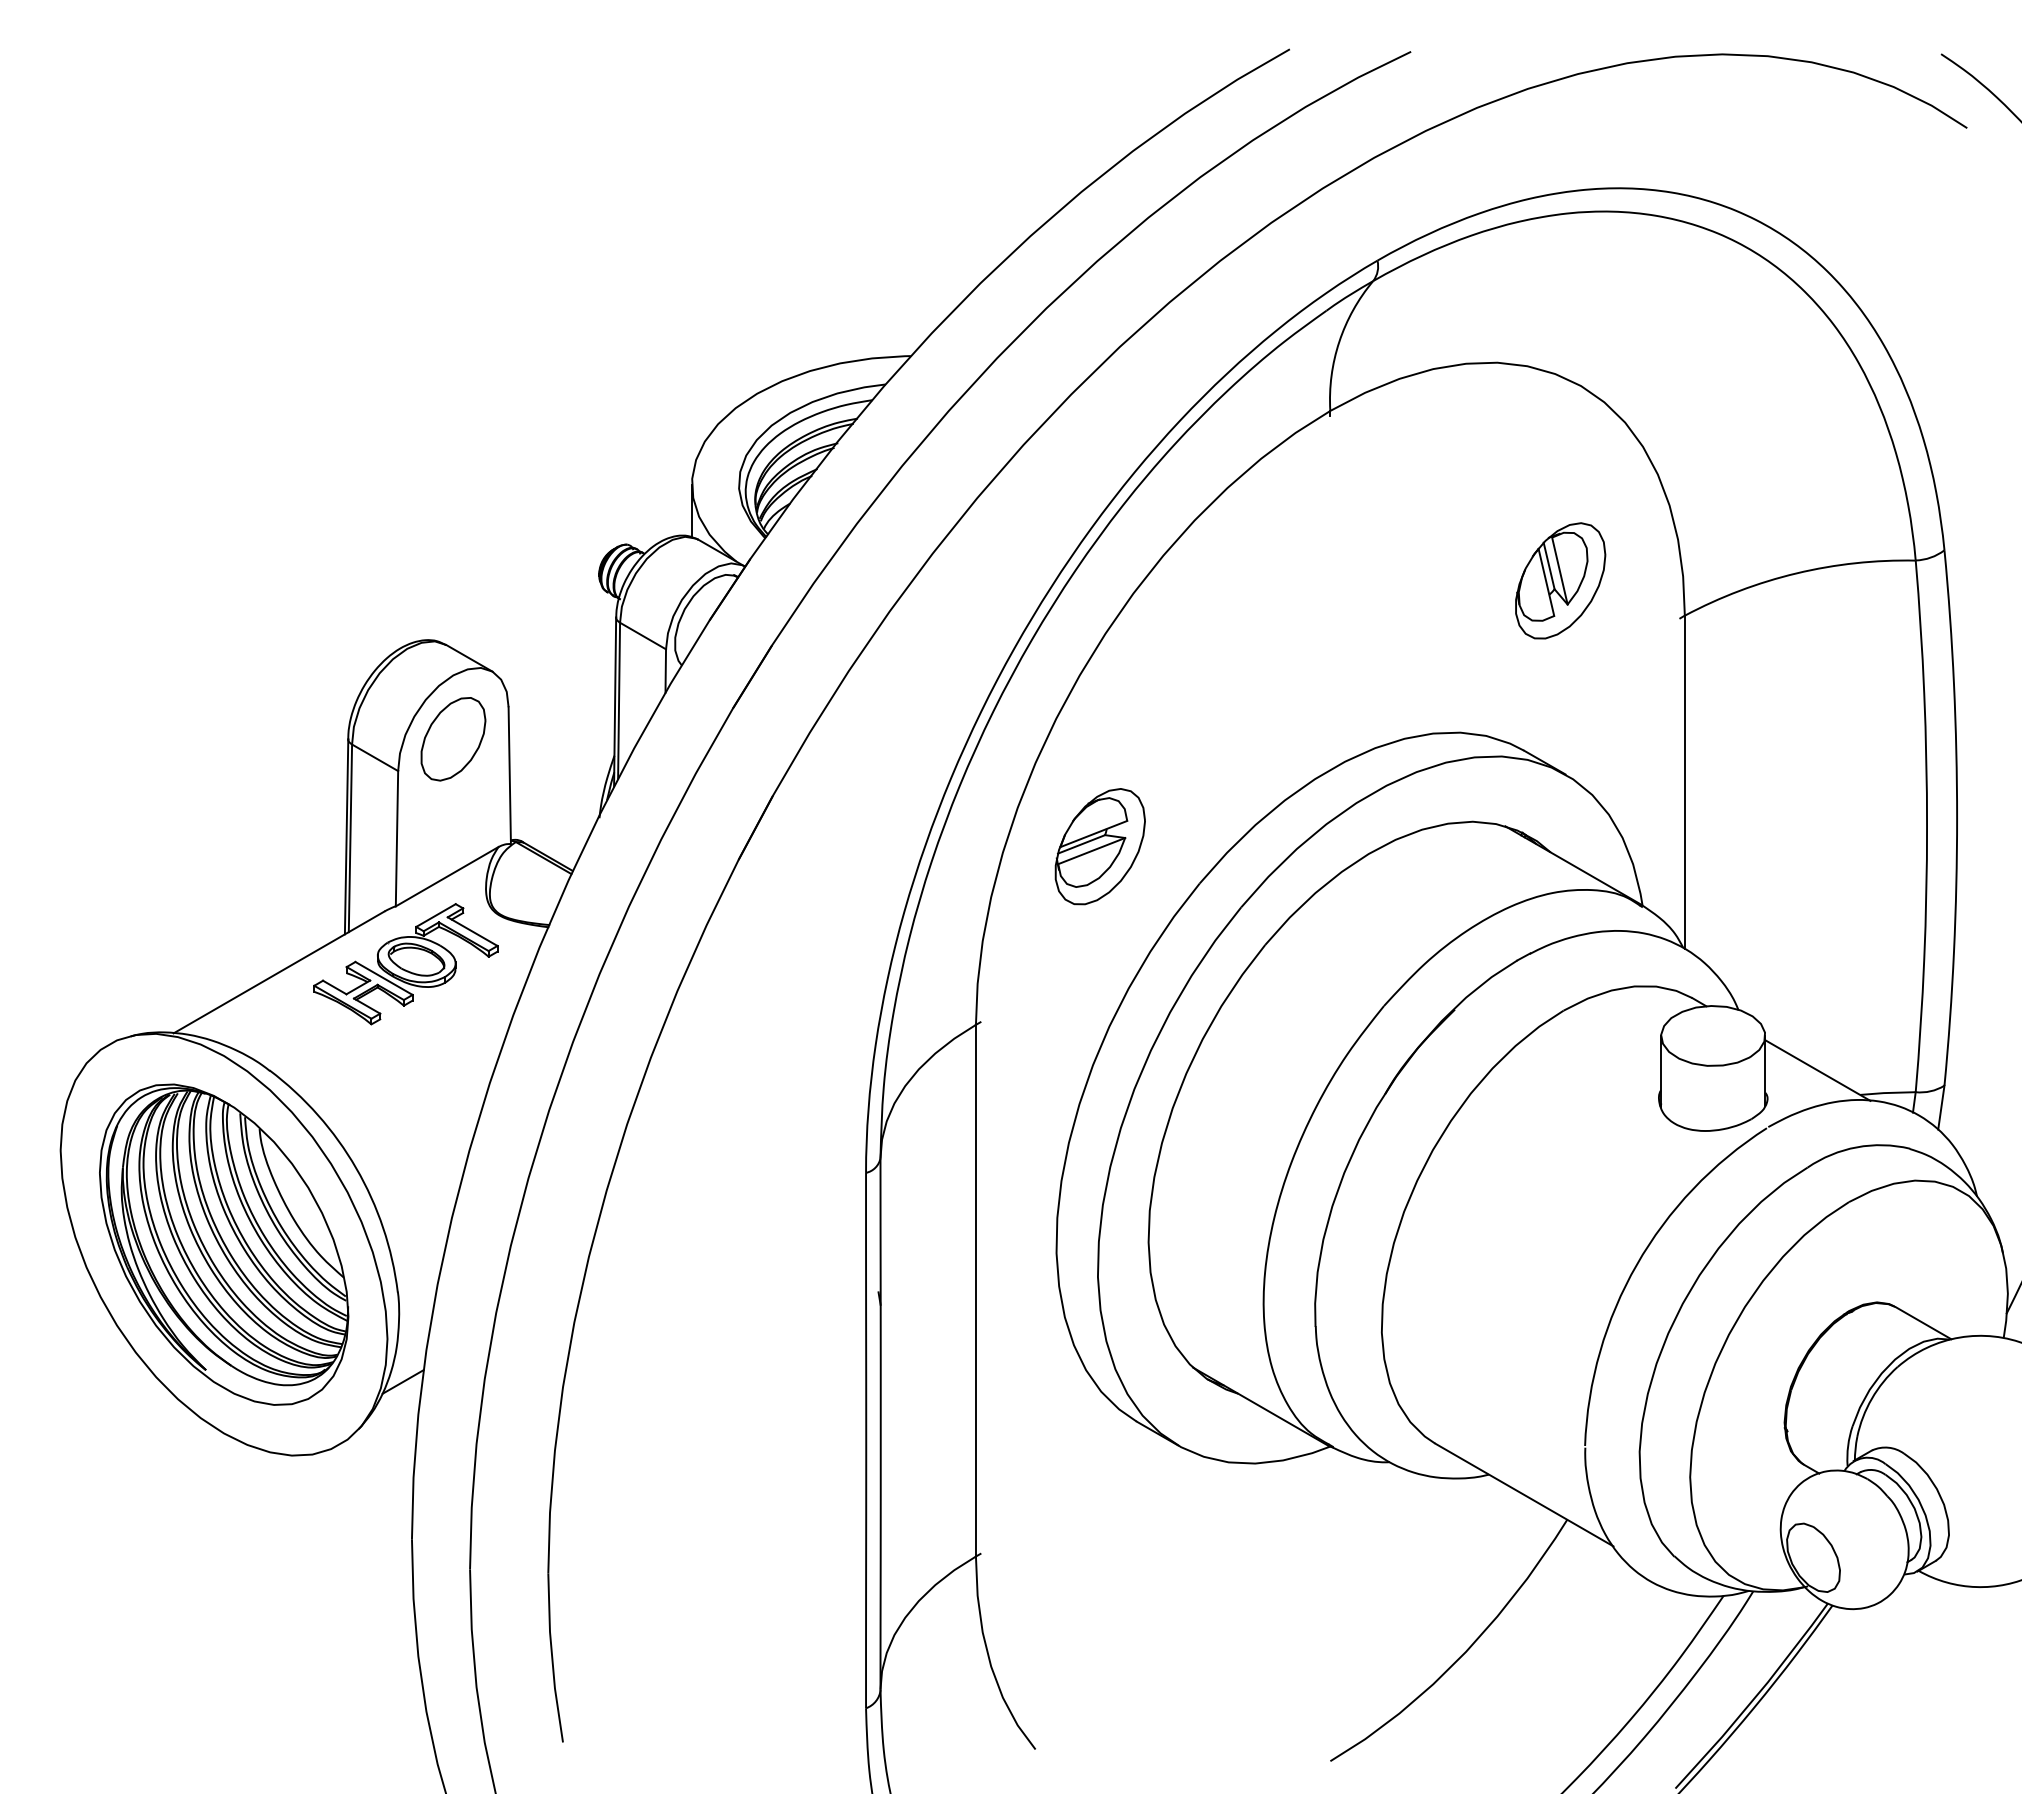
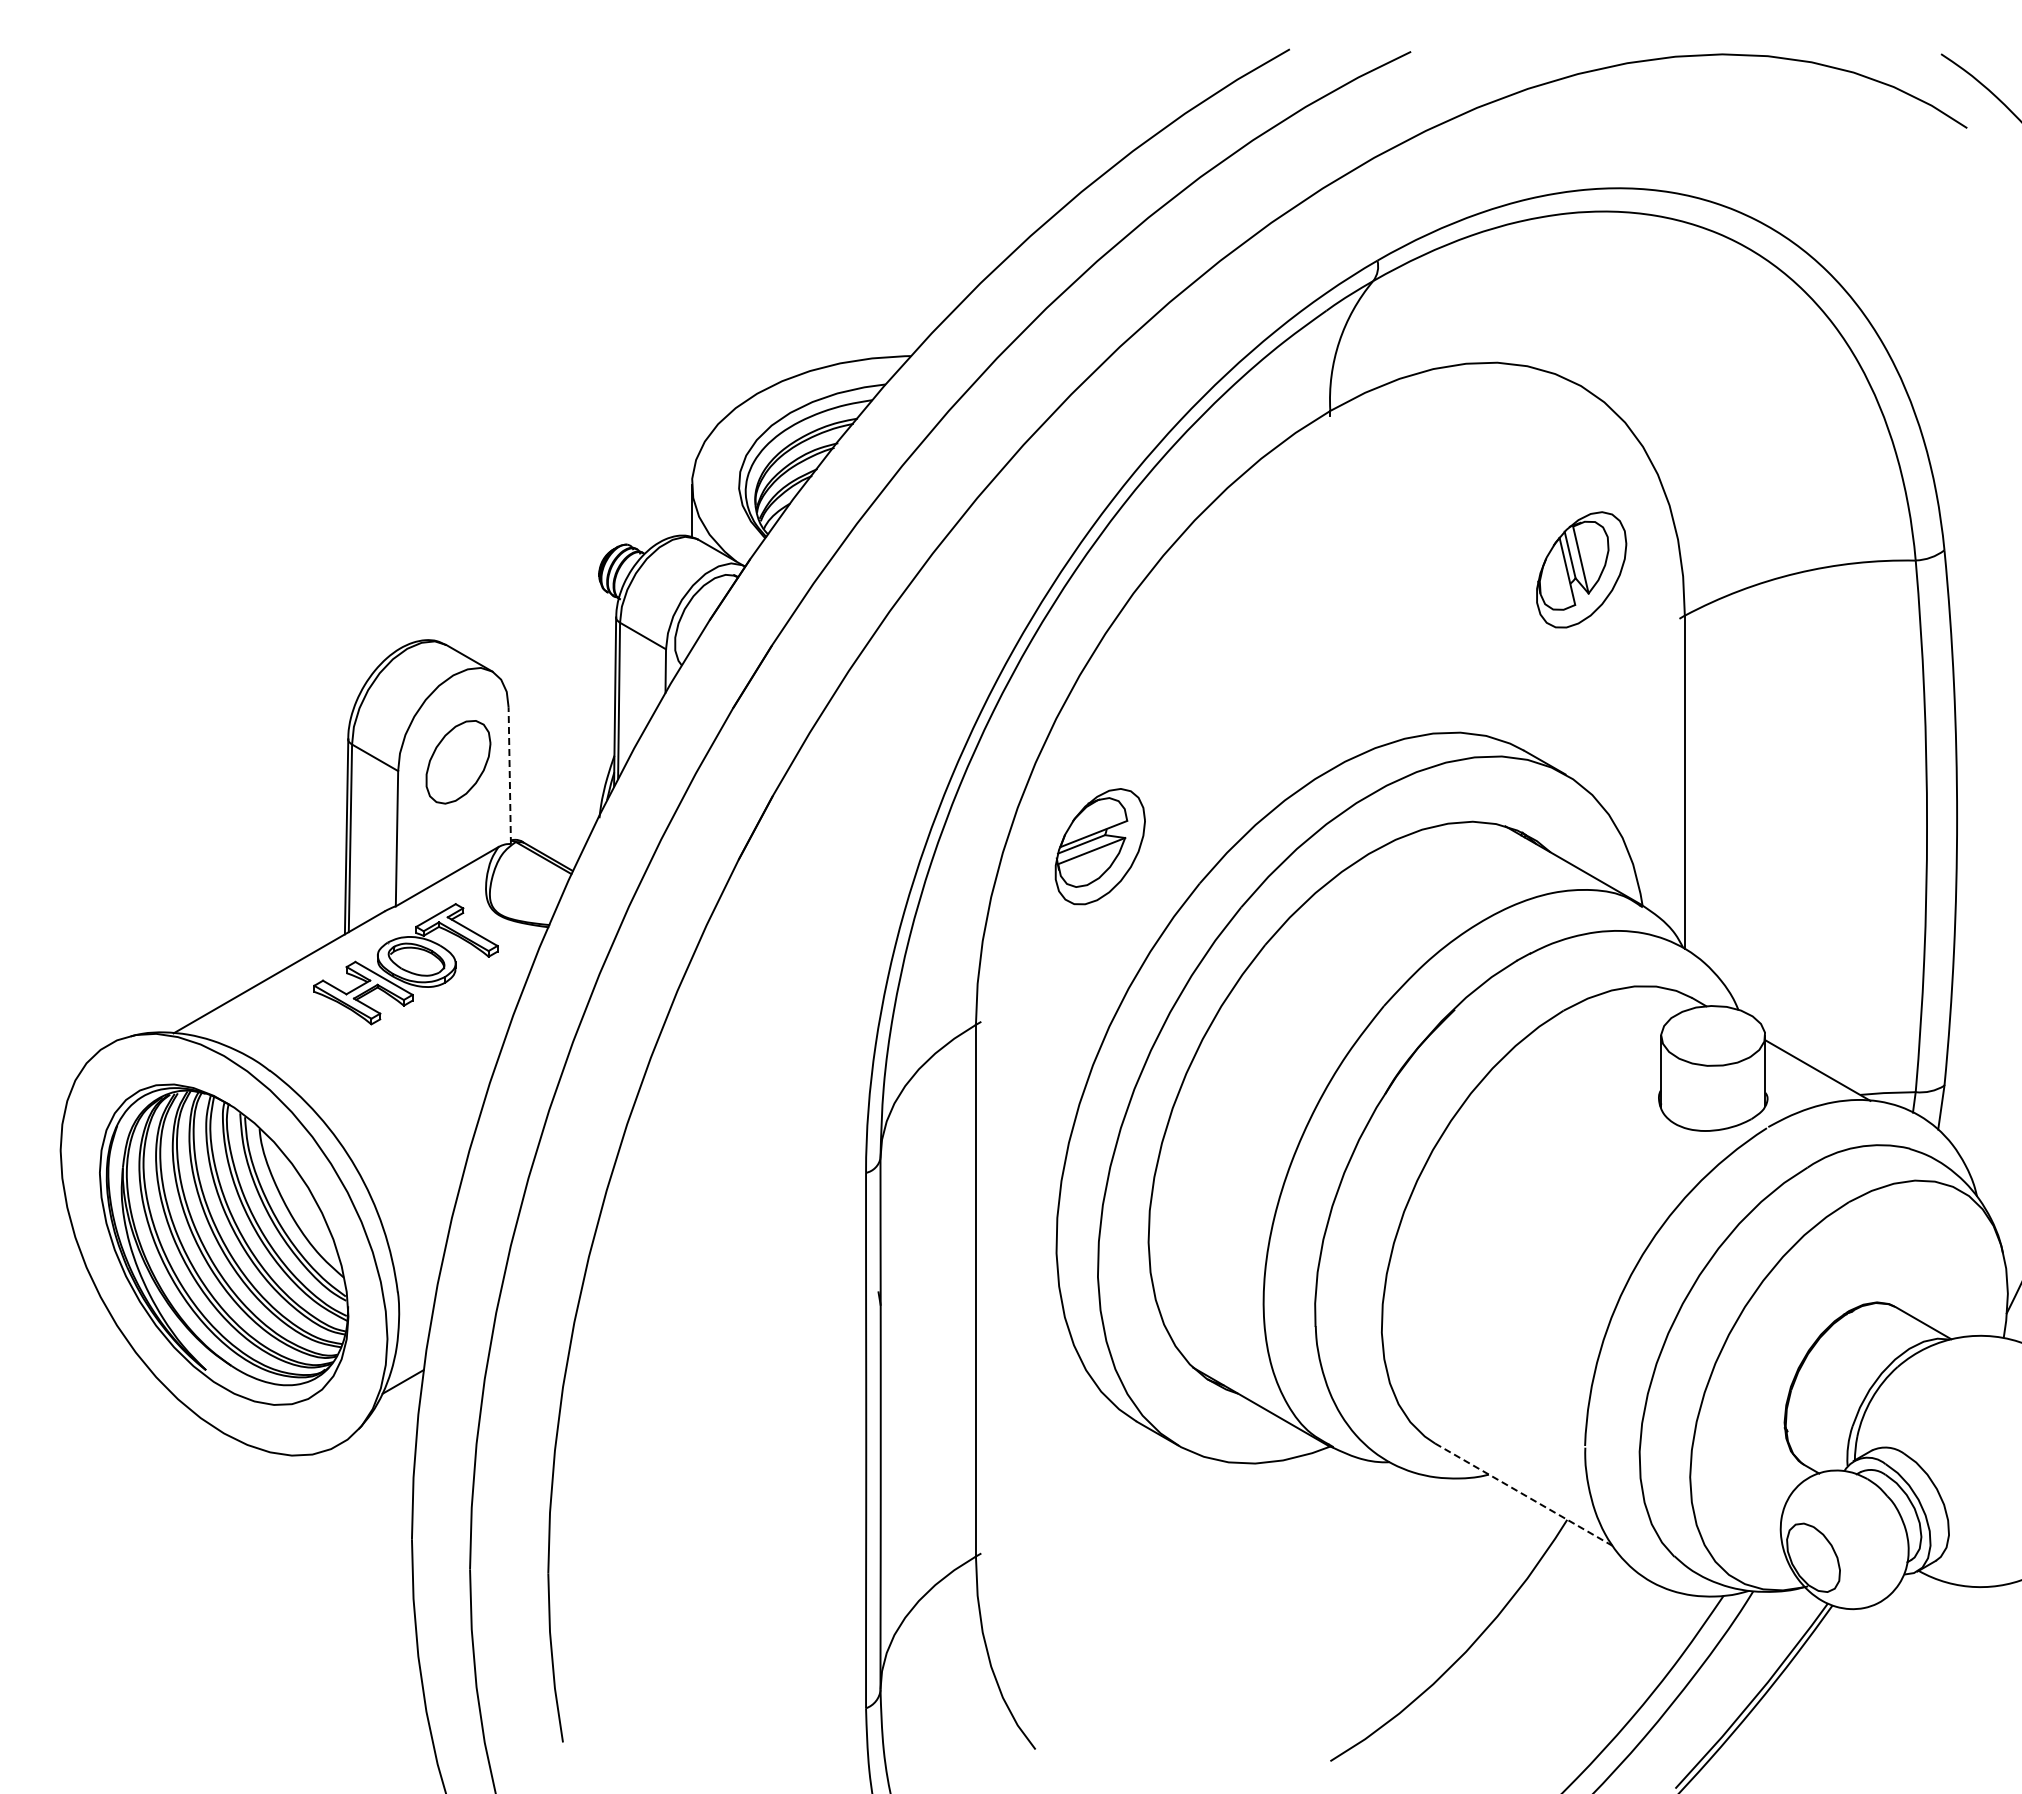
part at (1560, 580) position: (1560, 580) -> (1581, 569)
part at (453, 739) position: (453, 739) -> (458, 762)
line at (509, 775): solid -> dashed
line at (1524, 1494): solid -> dashed
